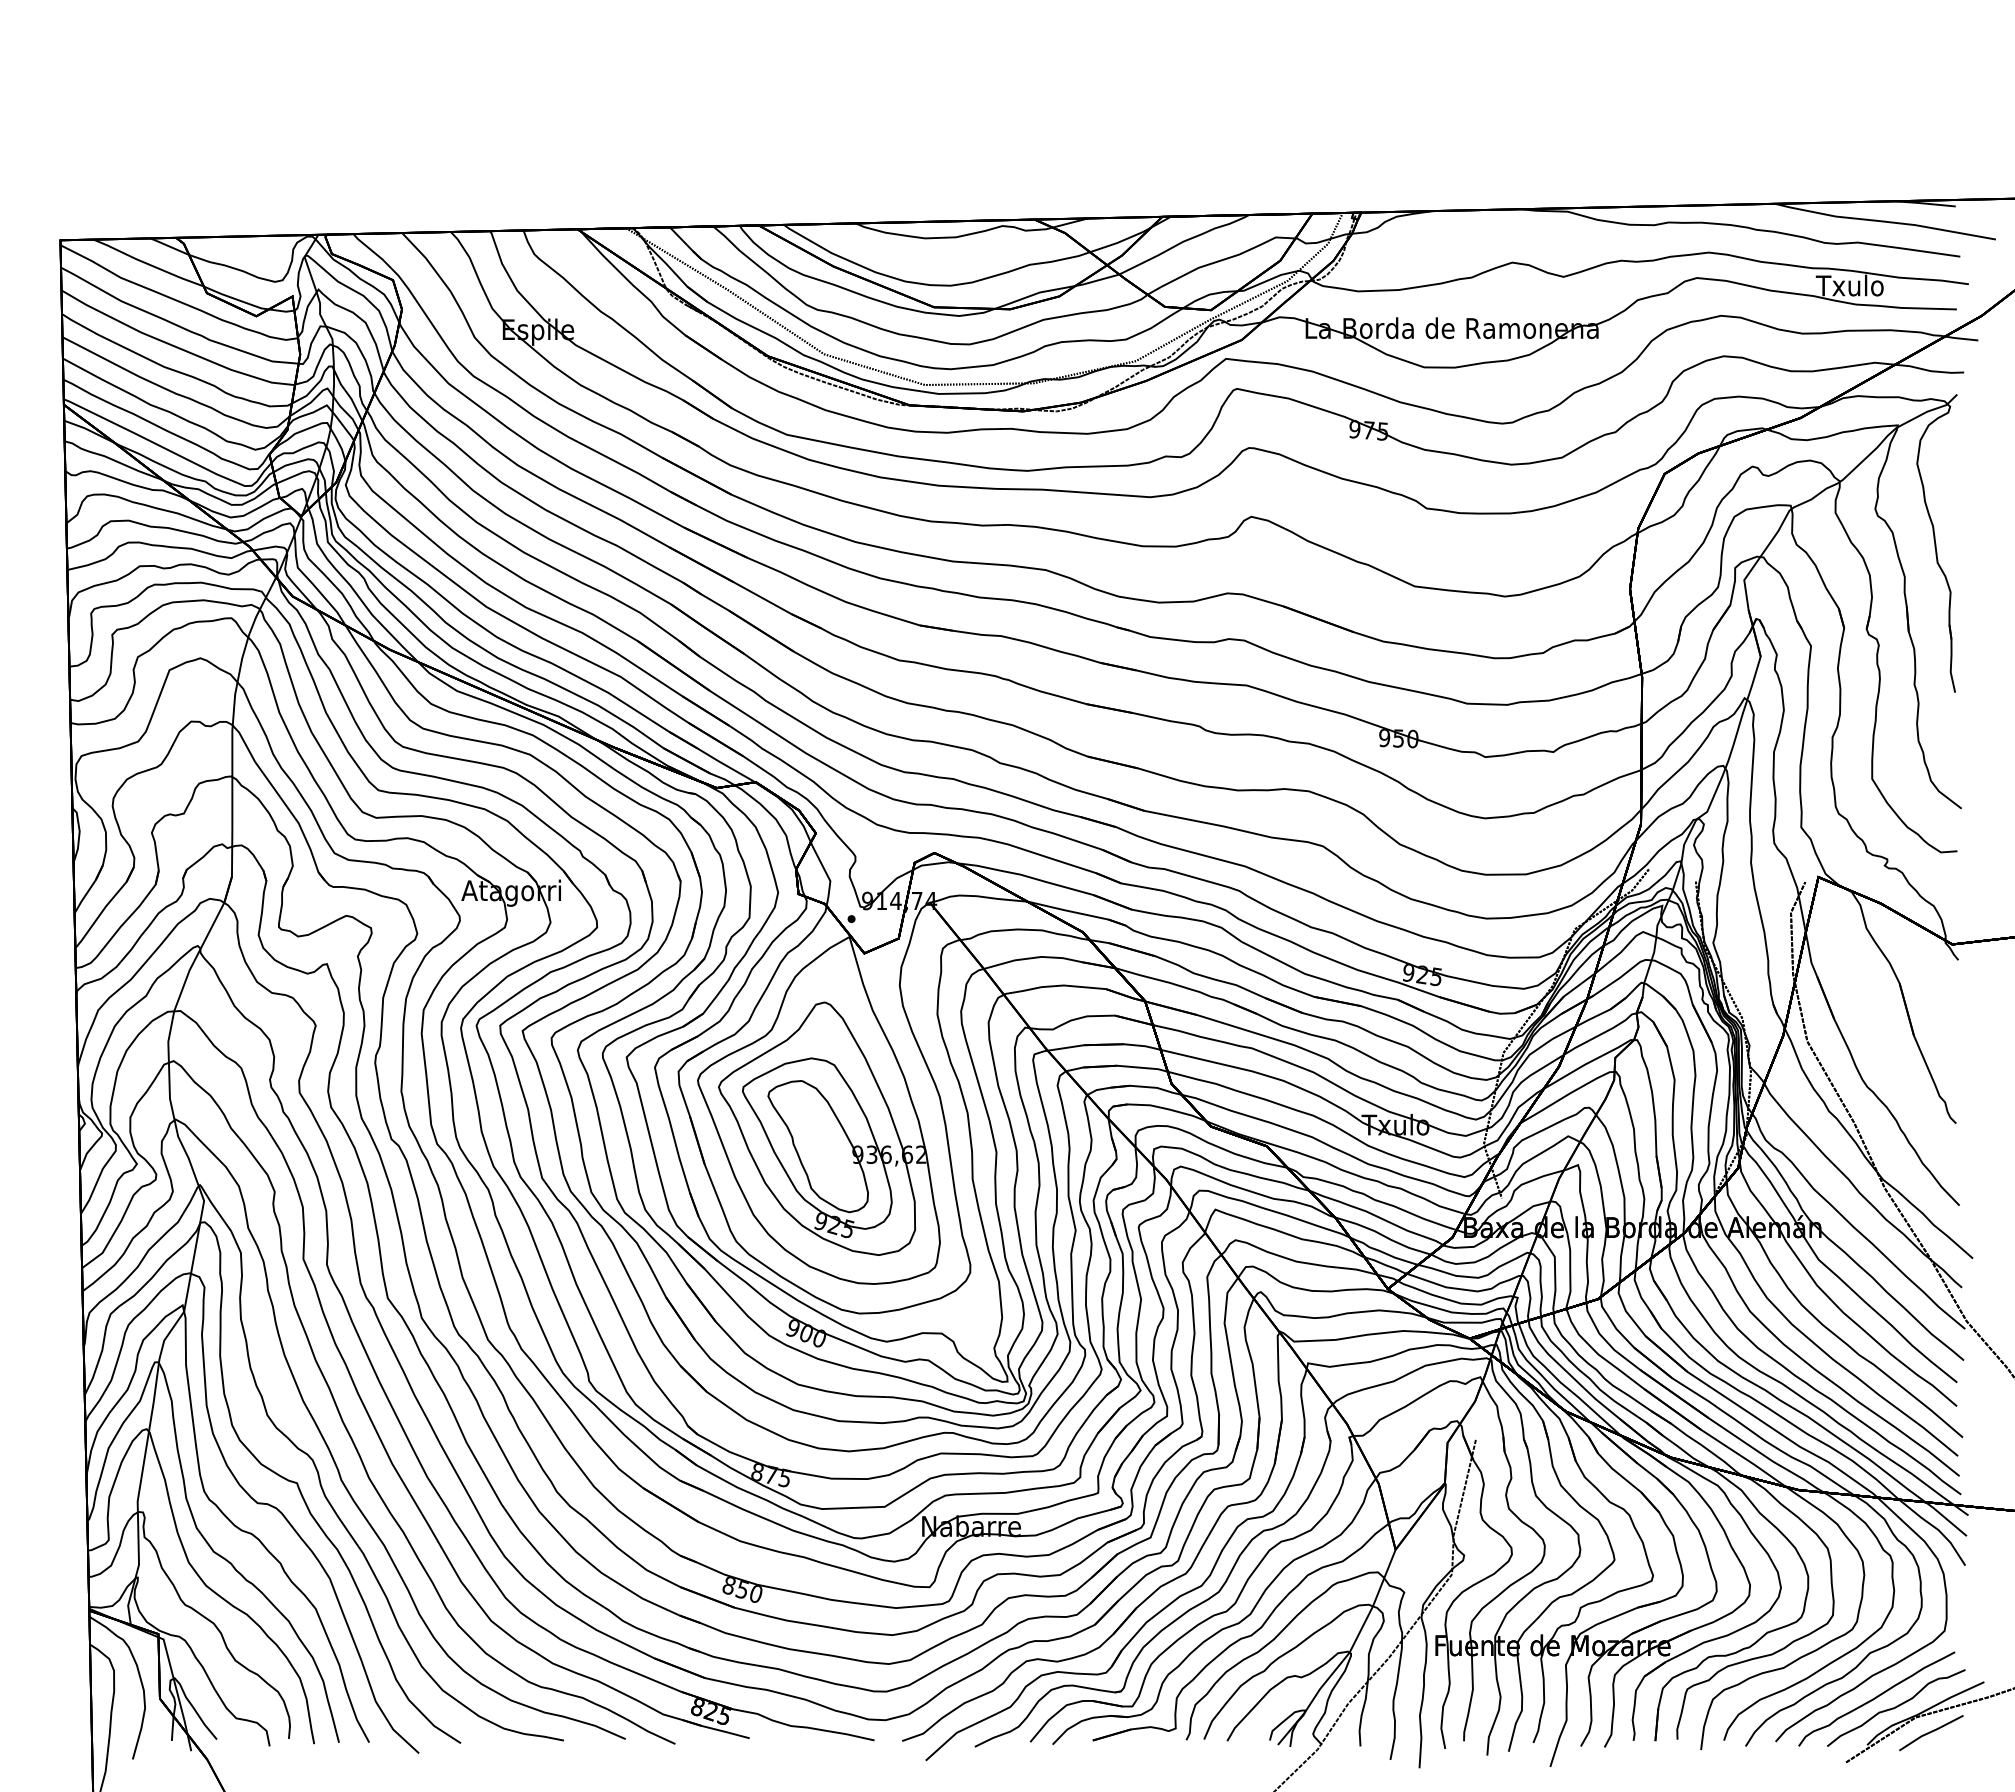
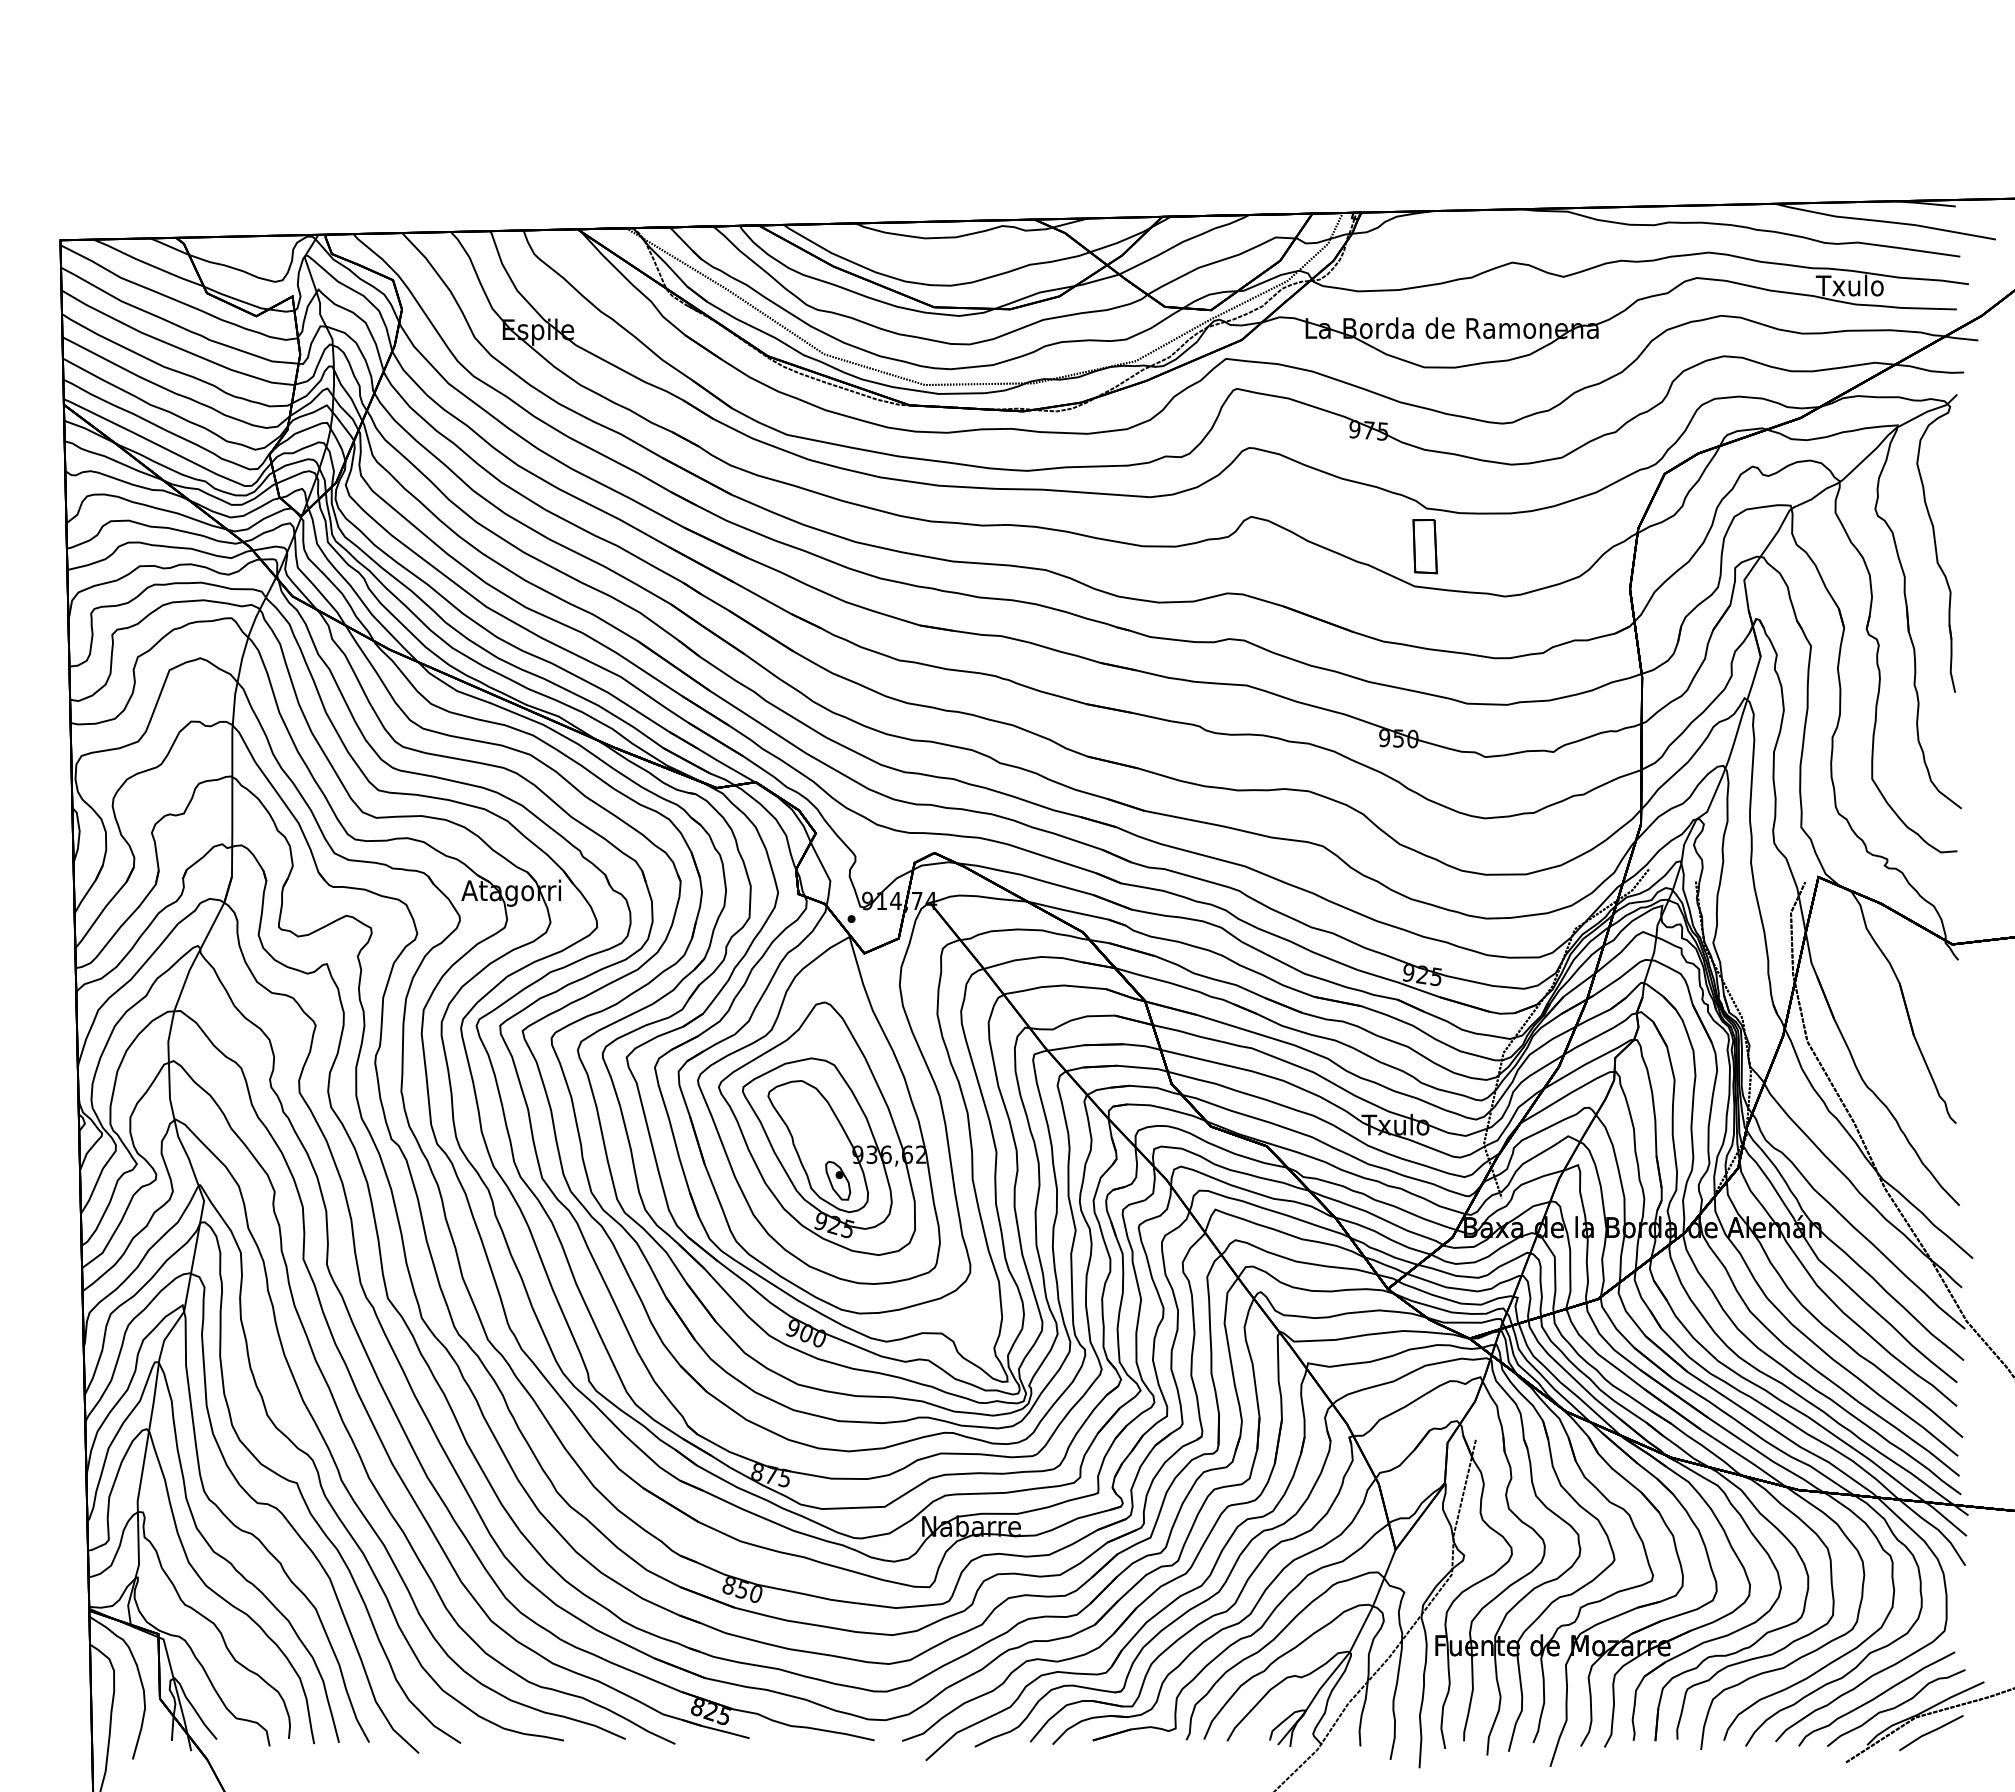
part at (1424, 546): none -> present
part at (838, 1180): none -> present
